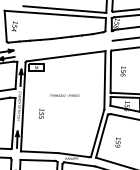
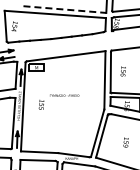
line at (64, 9): solid -> dashed
line at (124, 38): present -> none
text at (41, 113) position: (41, 113) -> (41, 104)
text at (117, 142) position: (117, 142) -> (125, 142)
